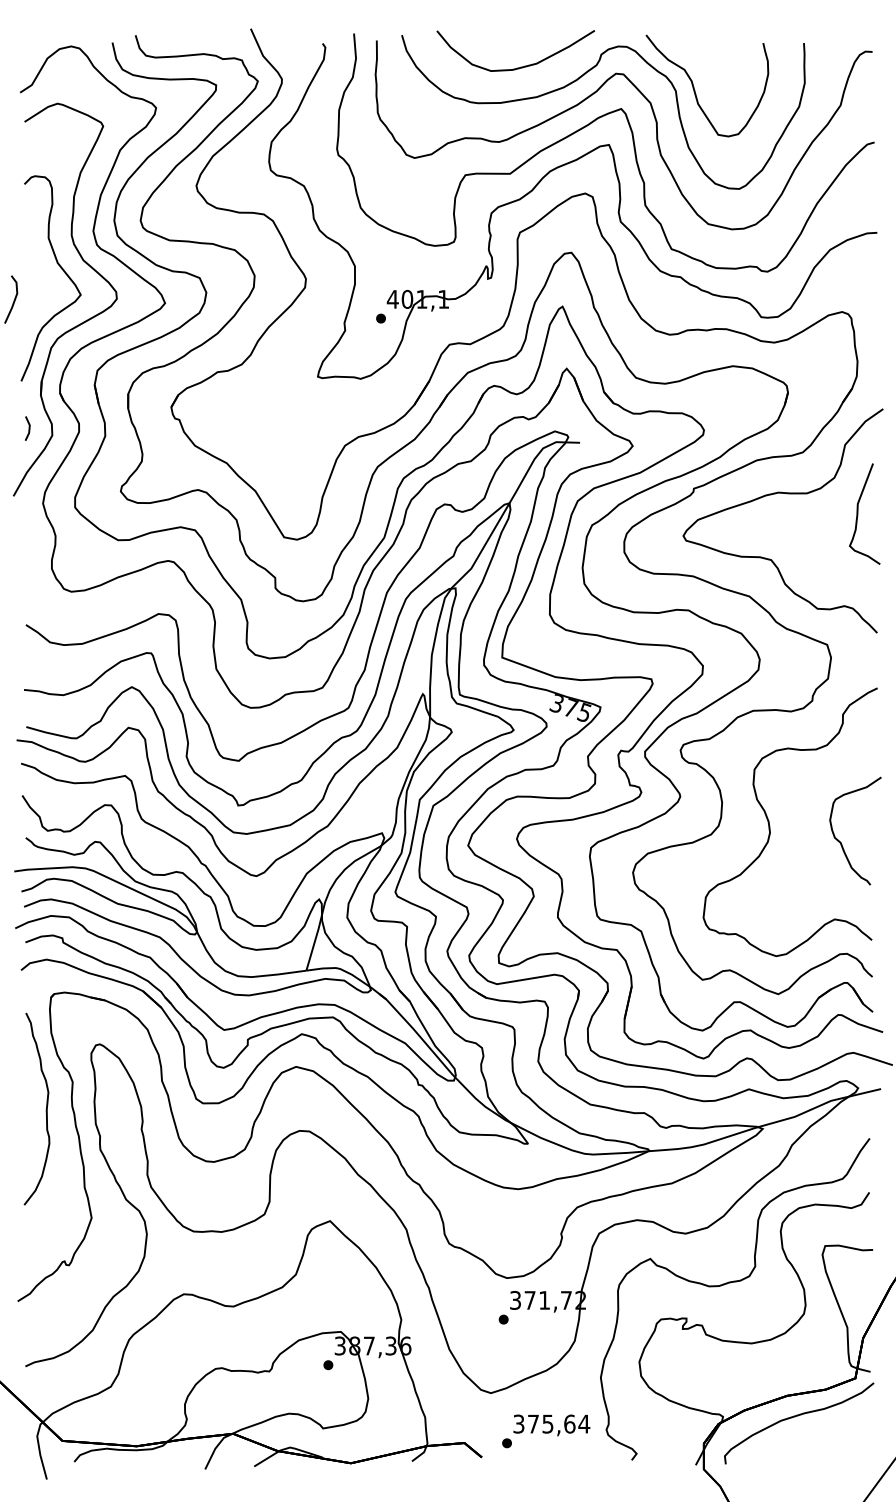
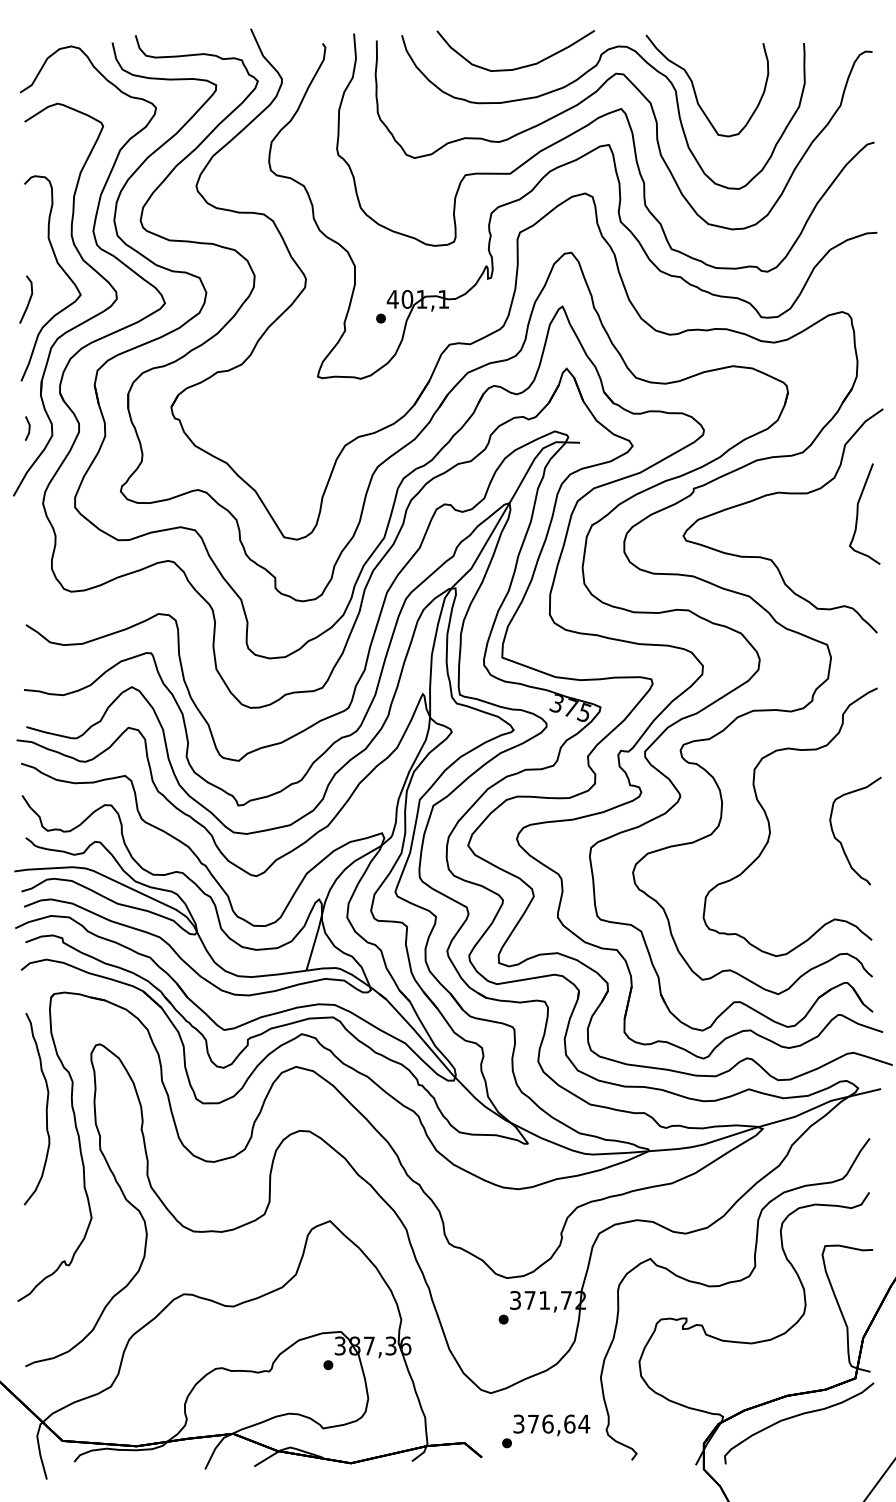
part at (11, 299) position: (11, 299) -> (26, 299)
text at (547, 1423): 375,64 -> 376,64
